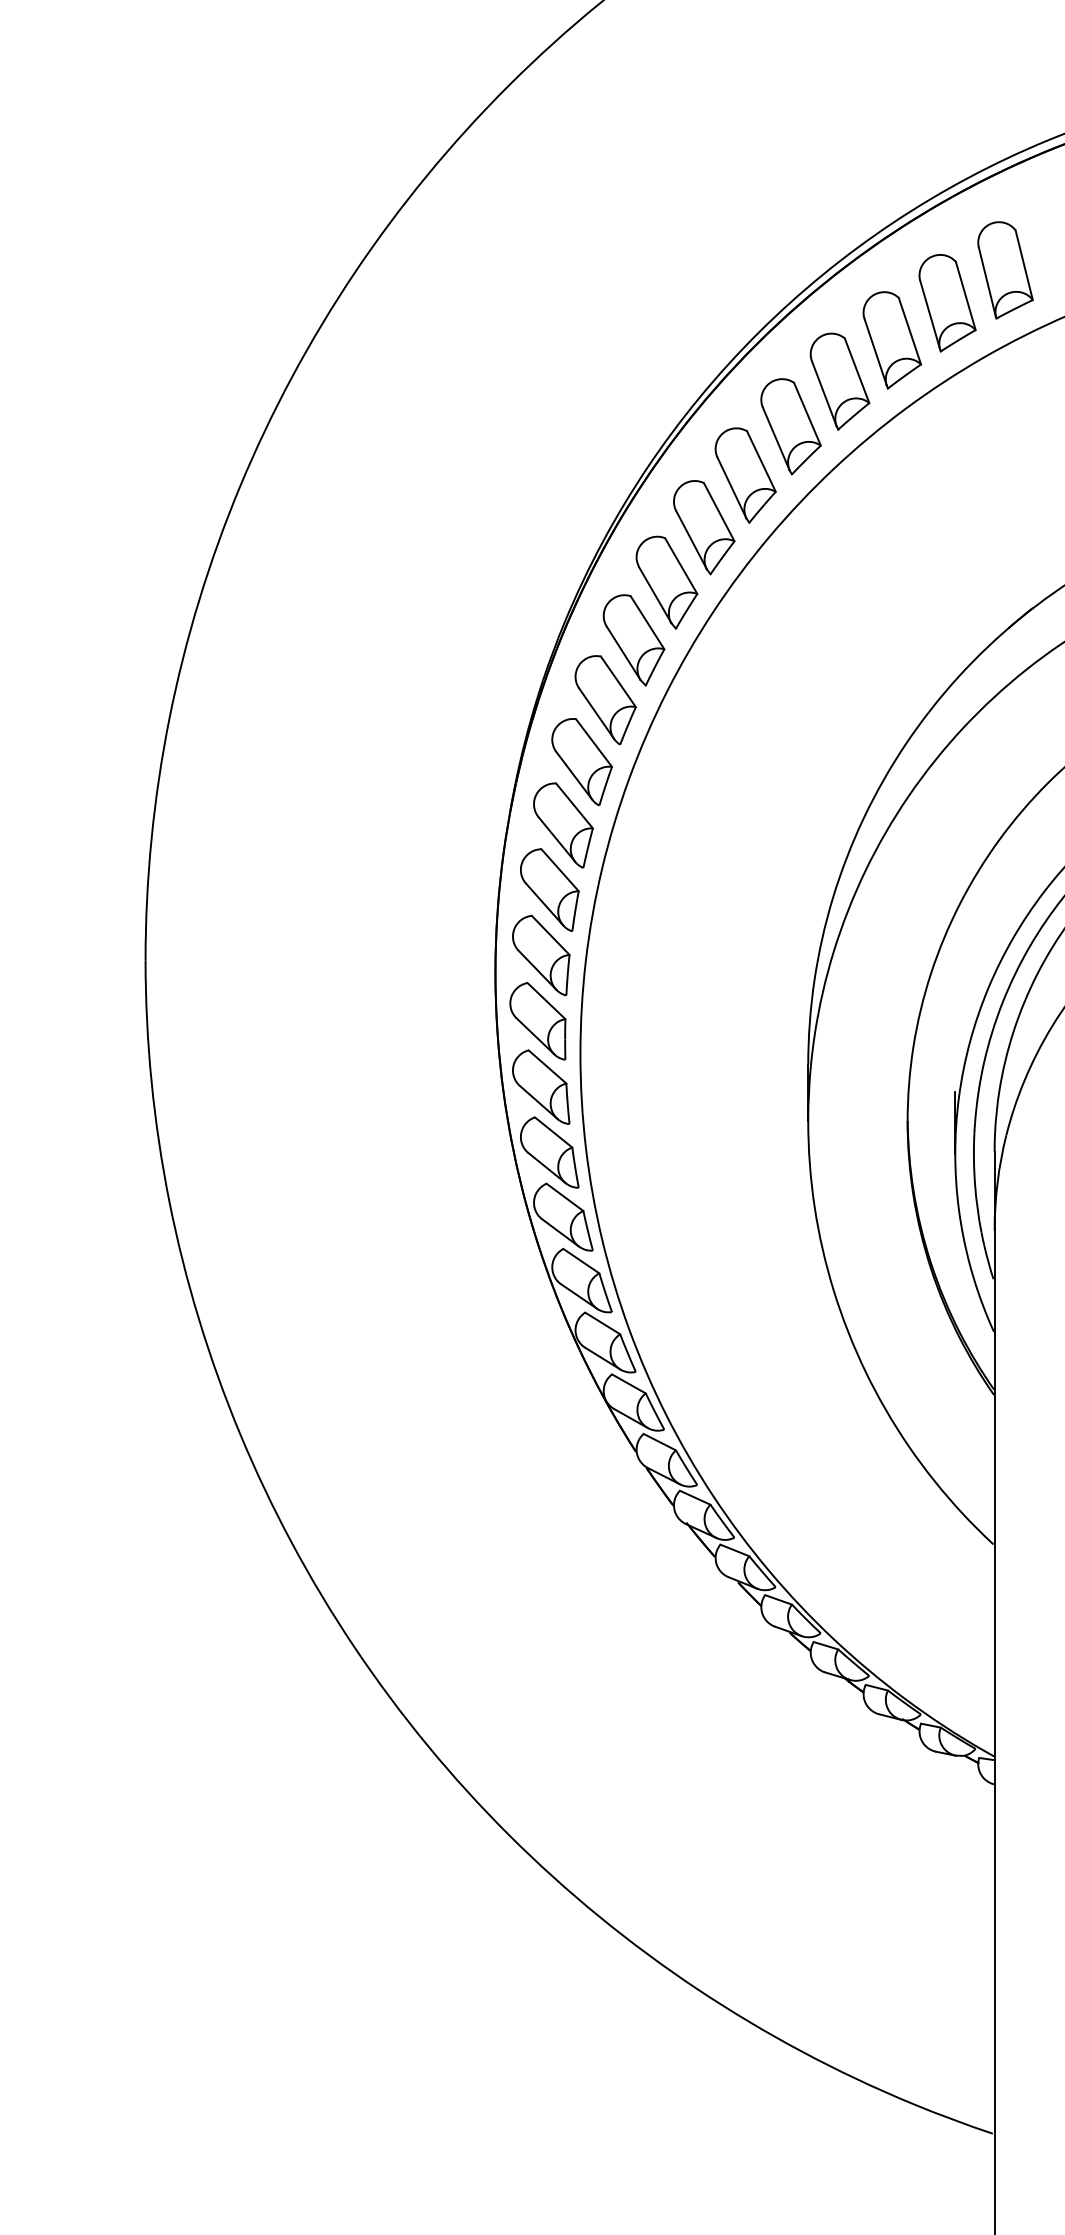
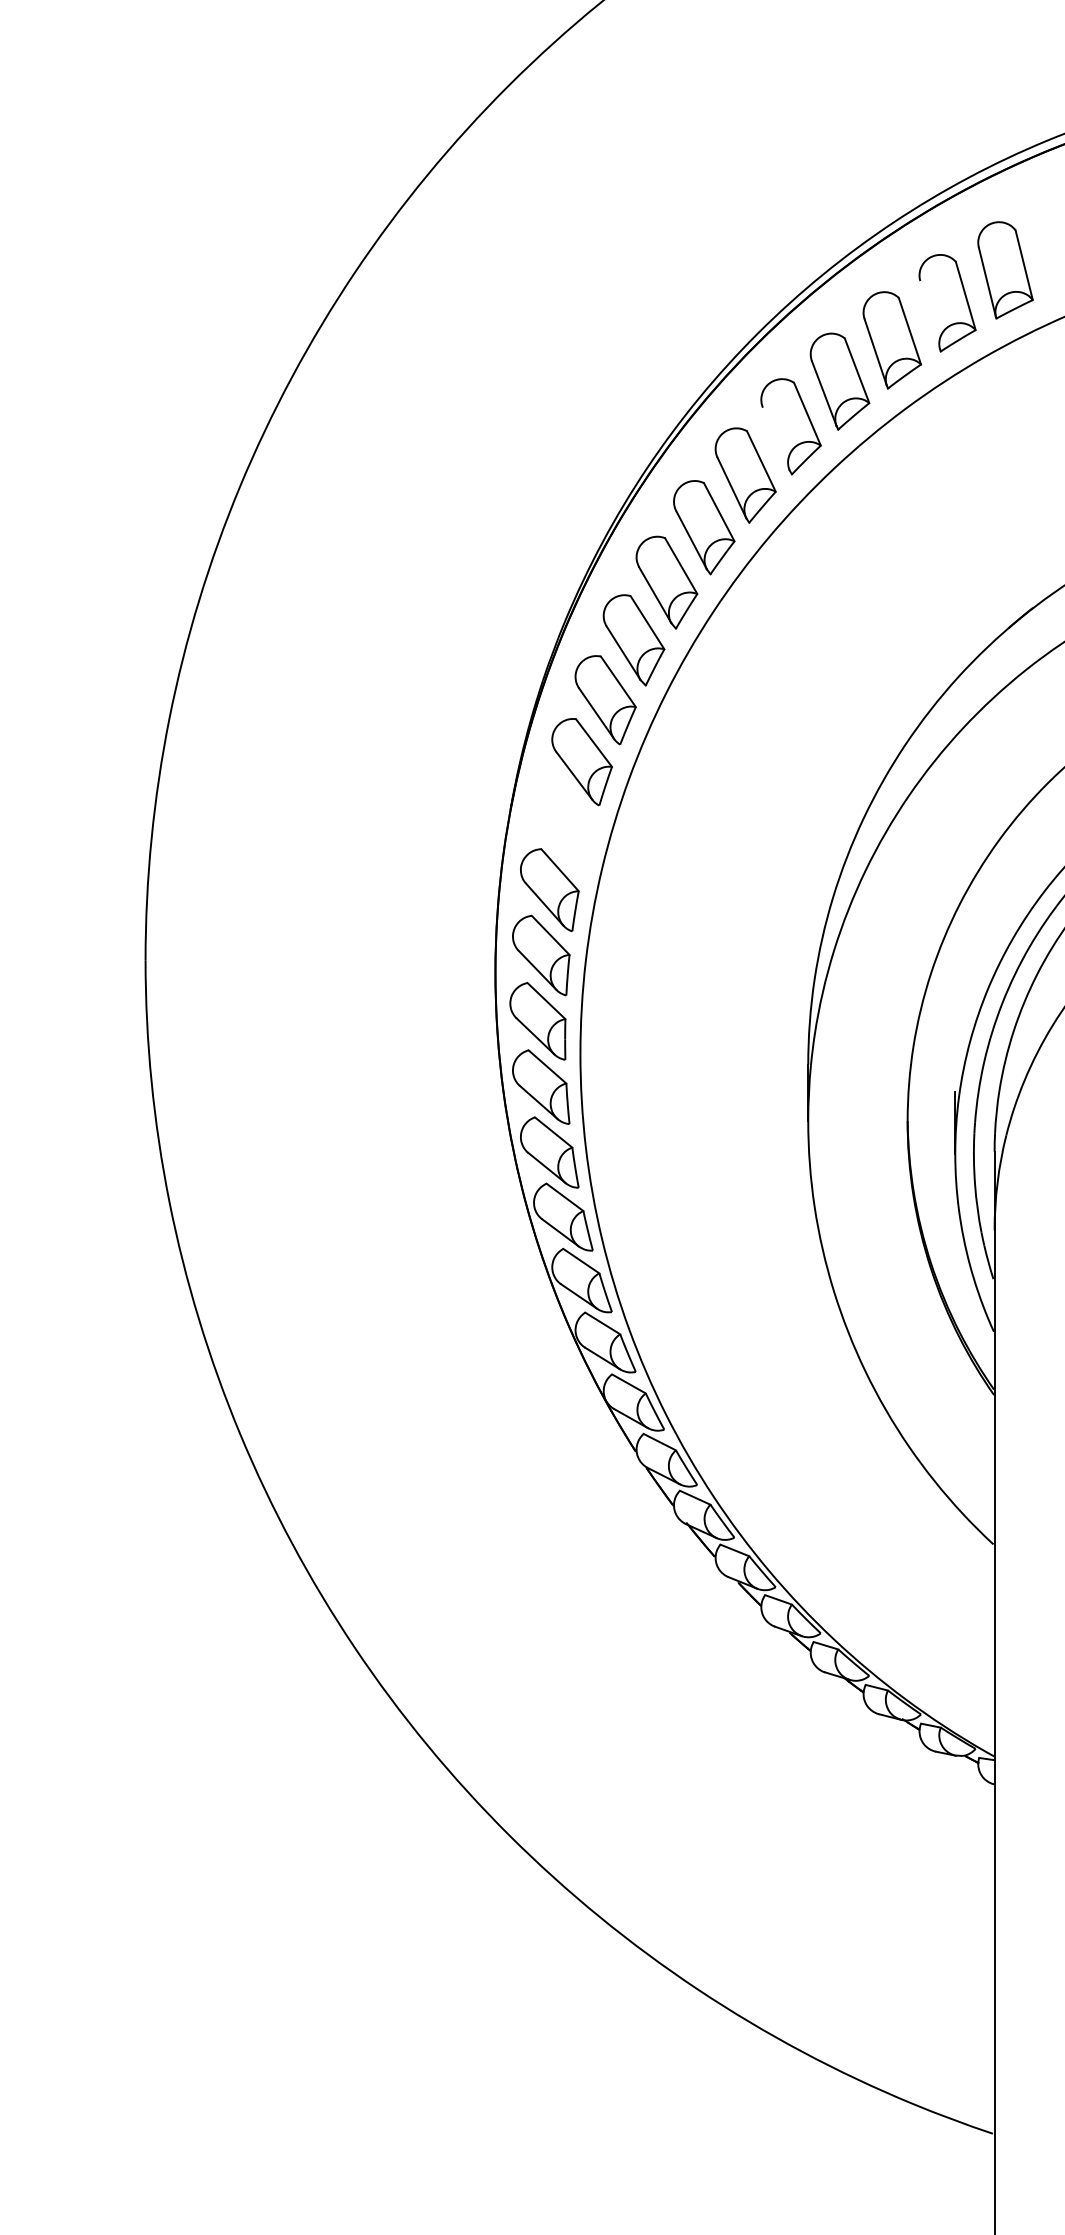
line at (930, 315): present -> none
line at (775, 438): present -> none
part at (563, 825): present -> none
